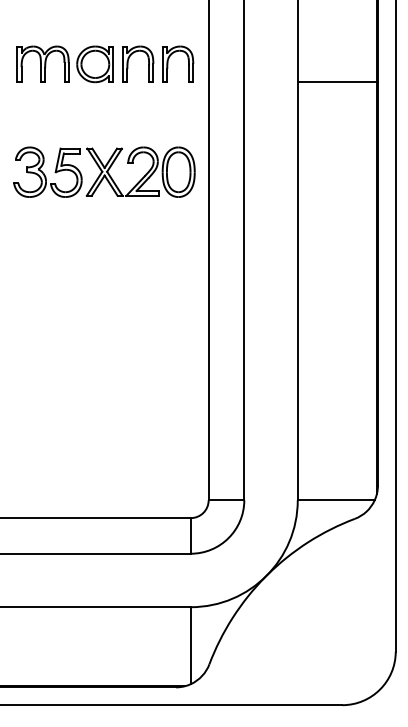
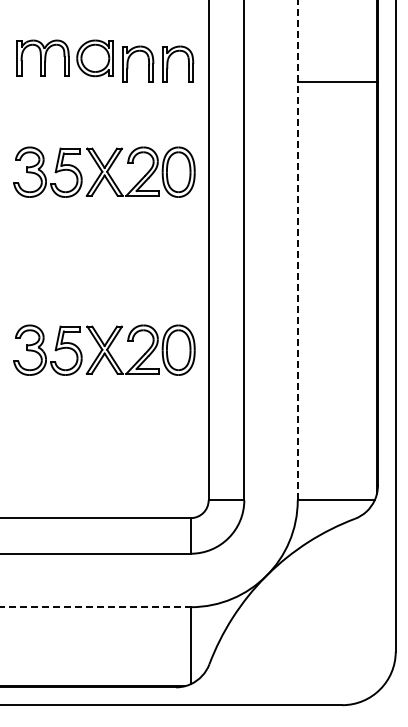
part at (64, 64) position: (64, 64) -> (64, 58)
line at (297, 250): solid -> dashed
part at (104, 349): none -> present
line at (95, 607): solid -> dashed
